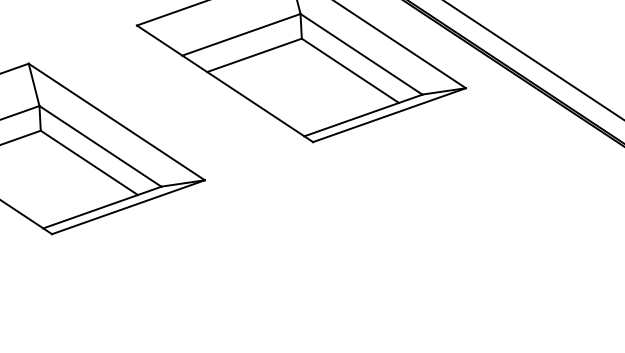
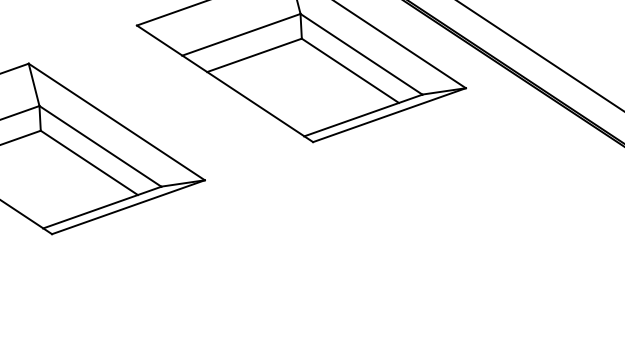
line at (533, 60) position: (533, 60) -> (540, 55)
